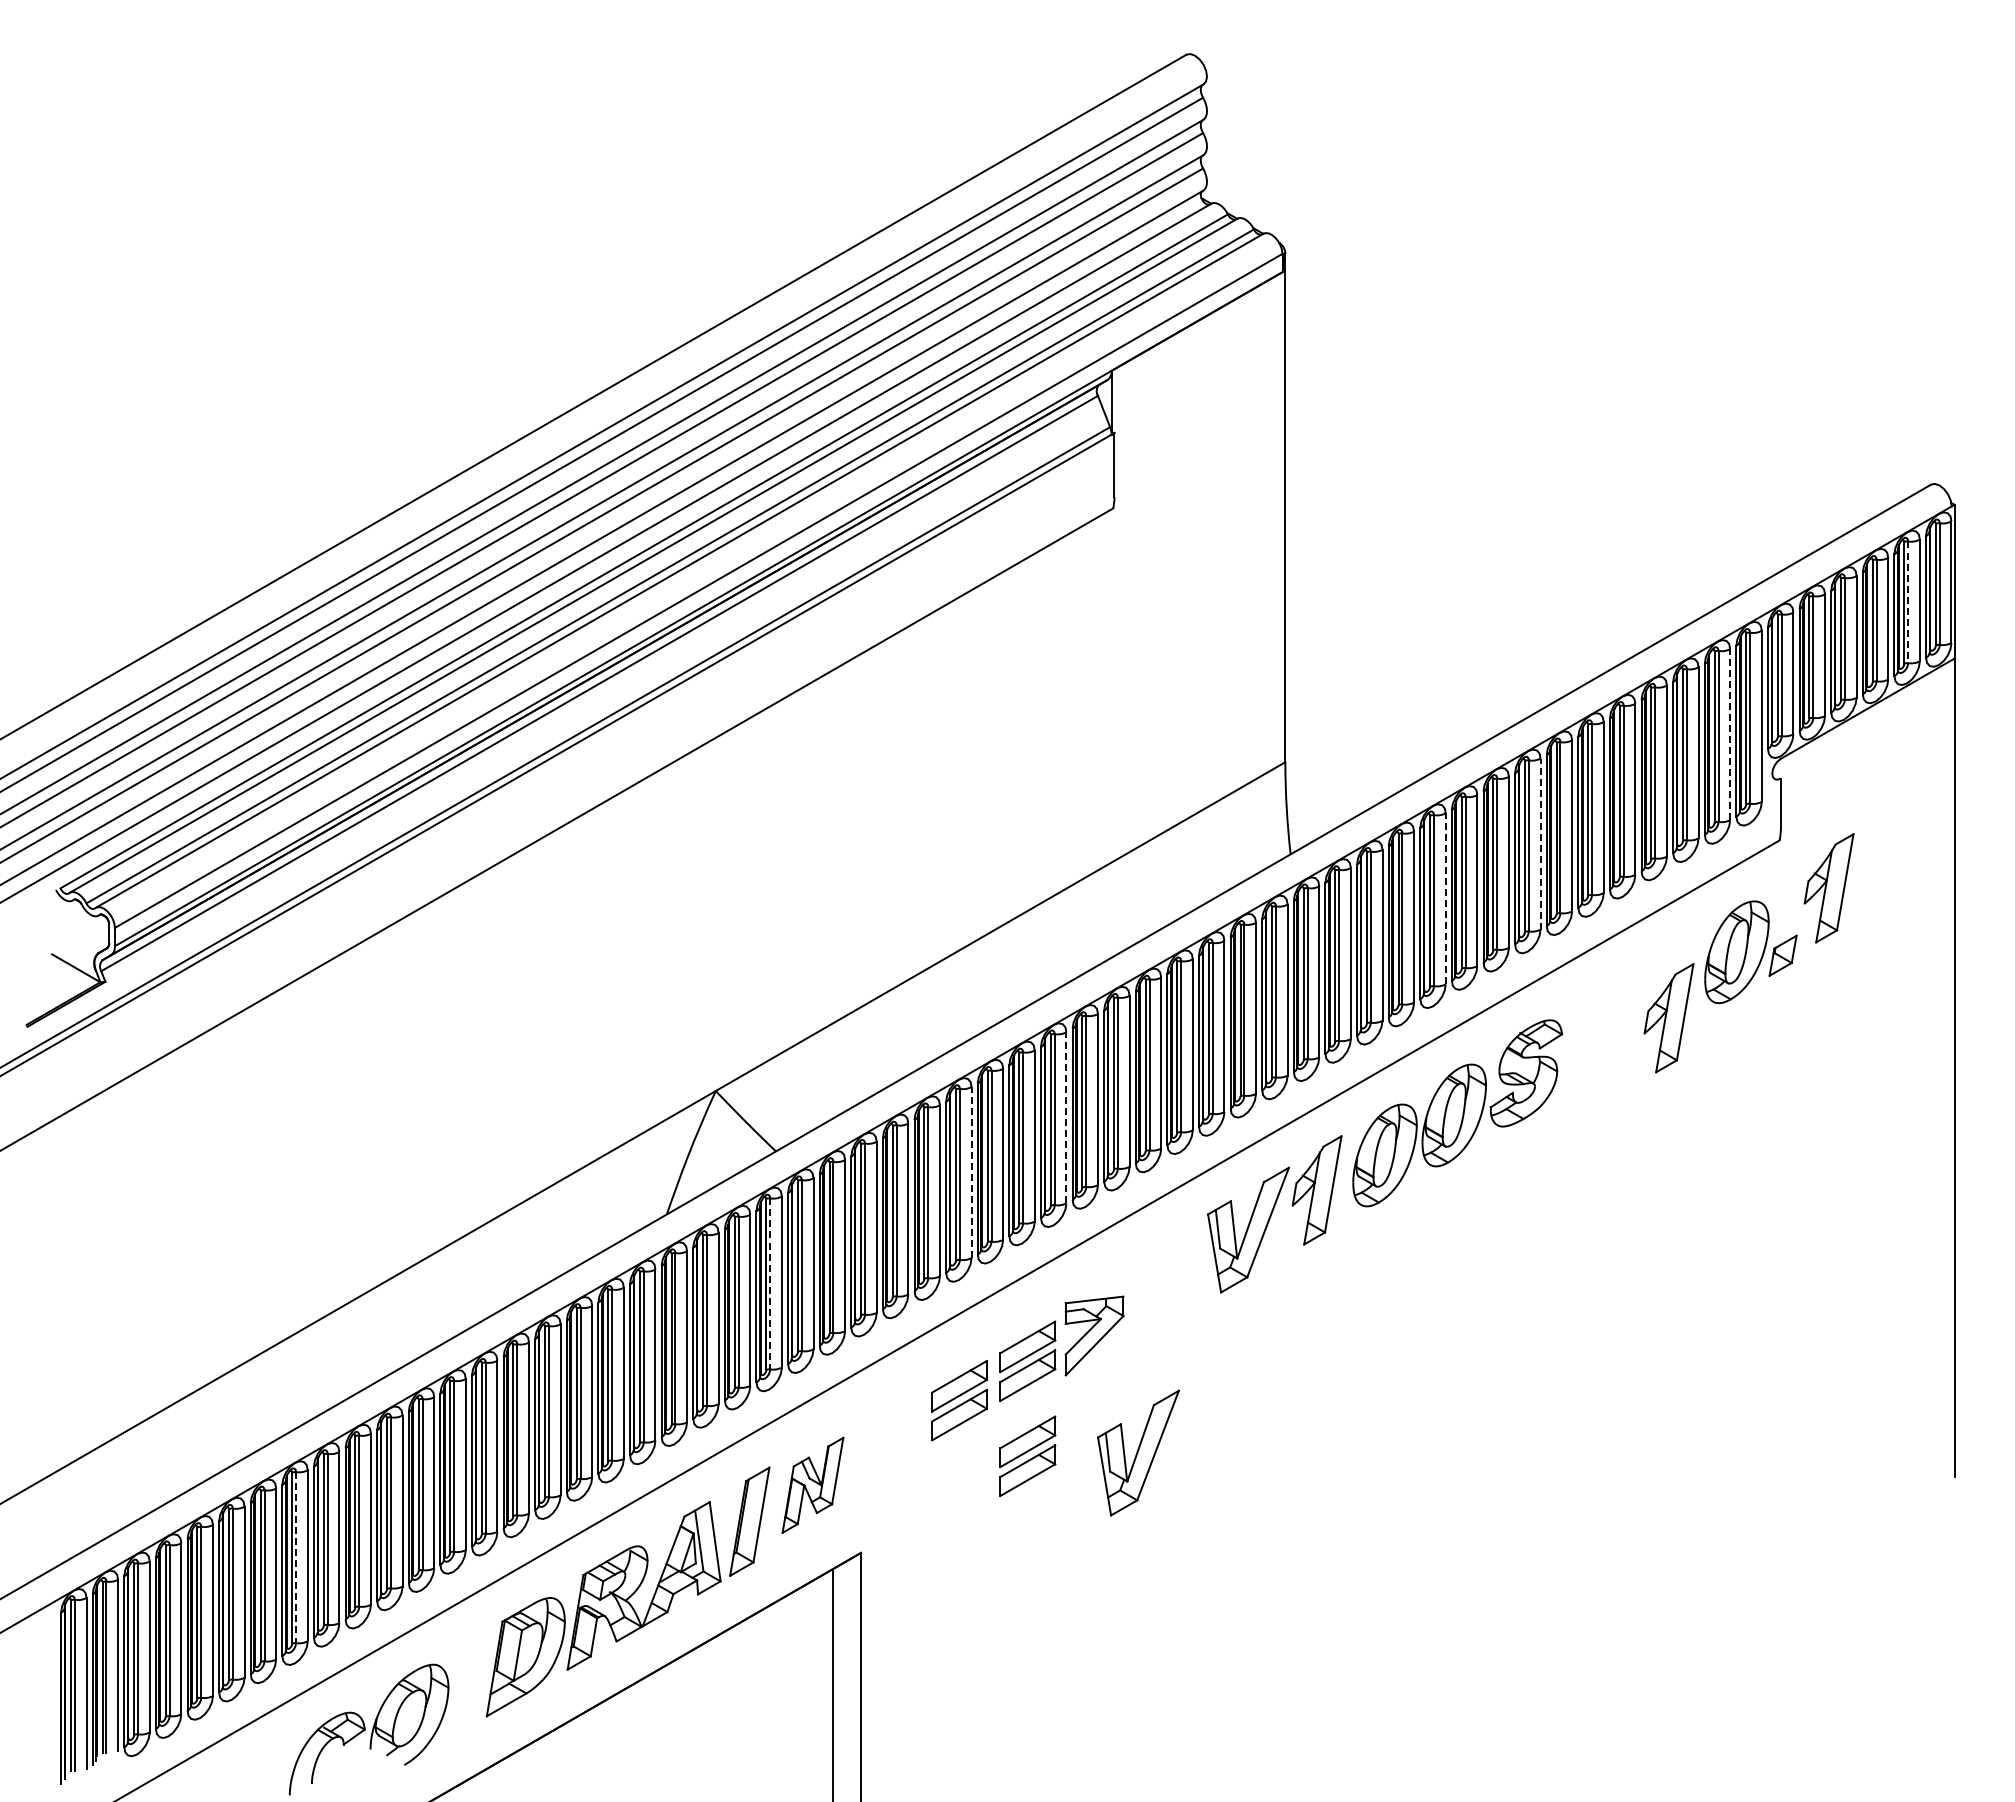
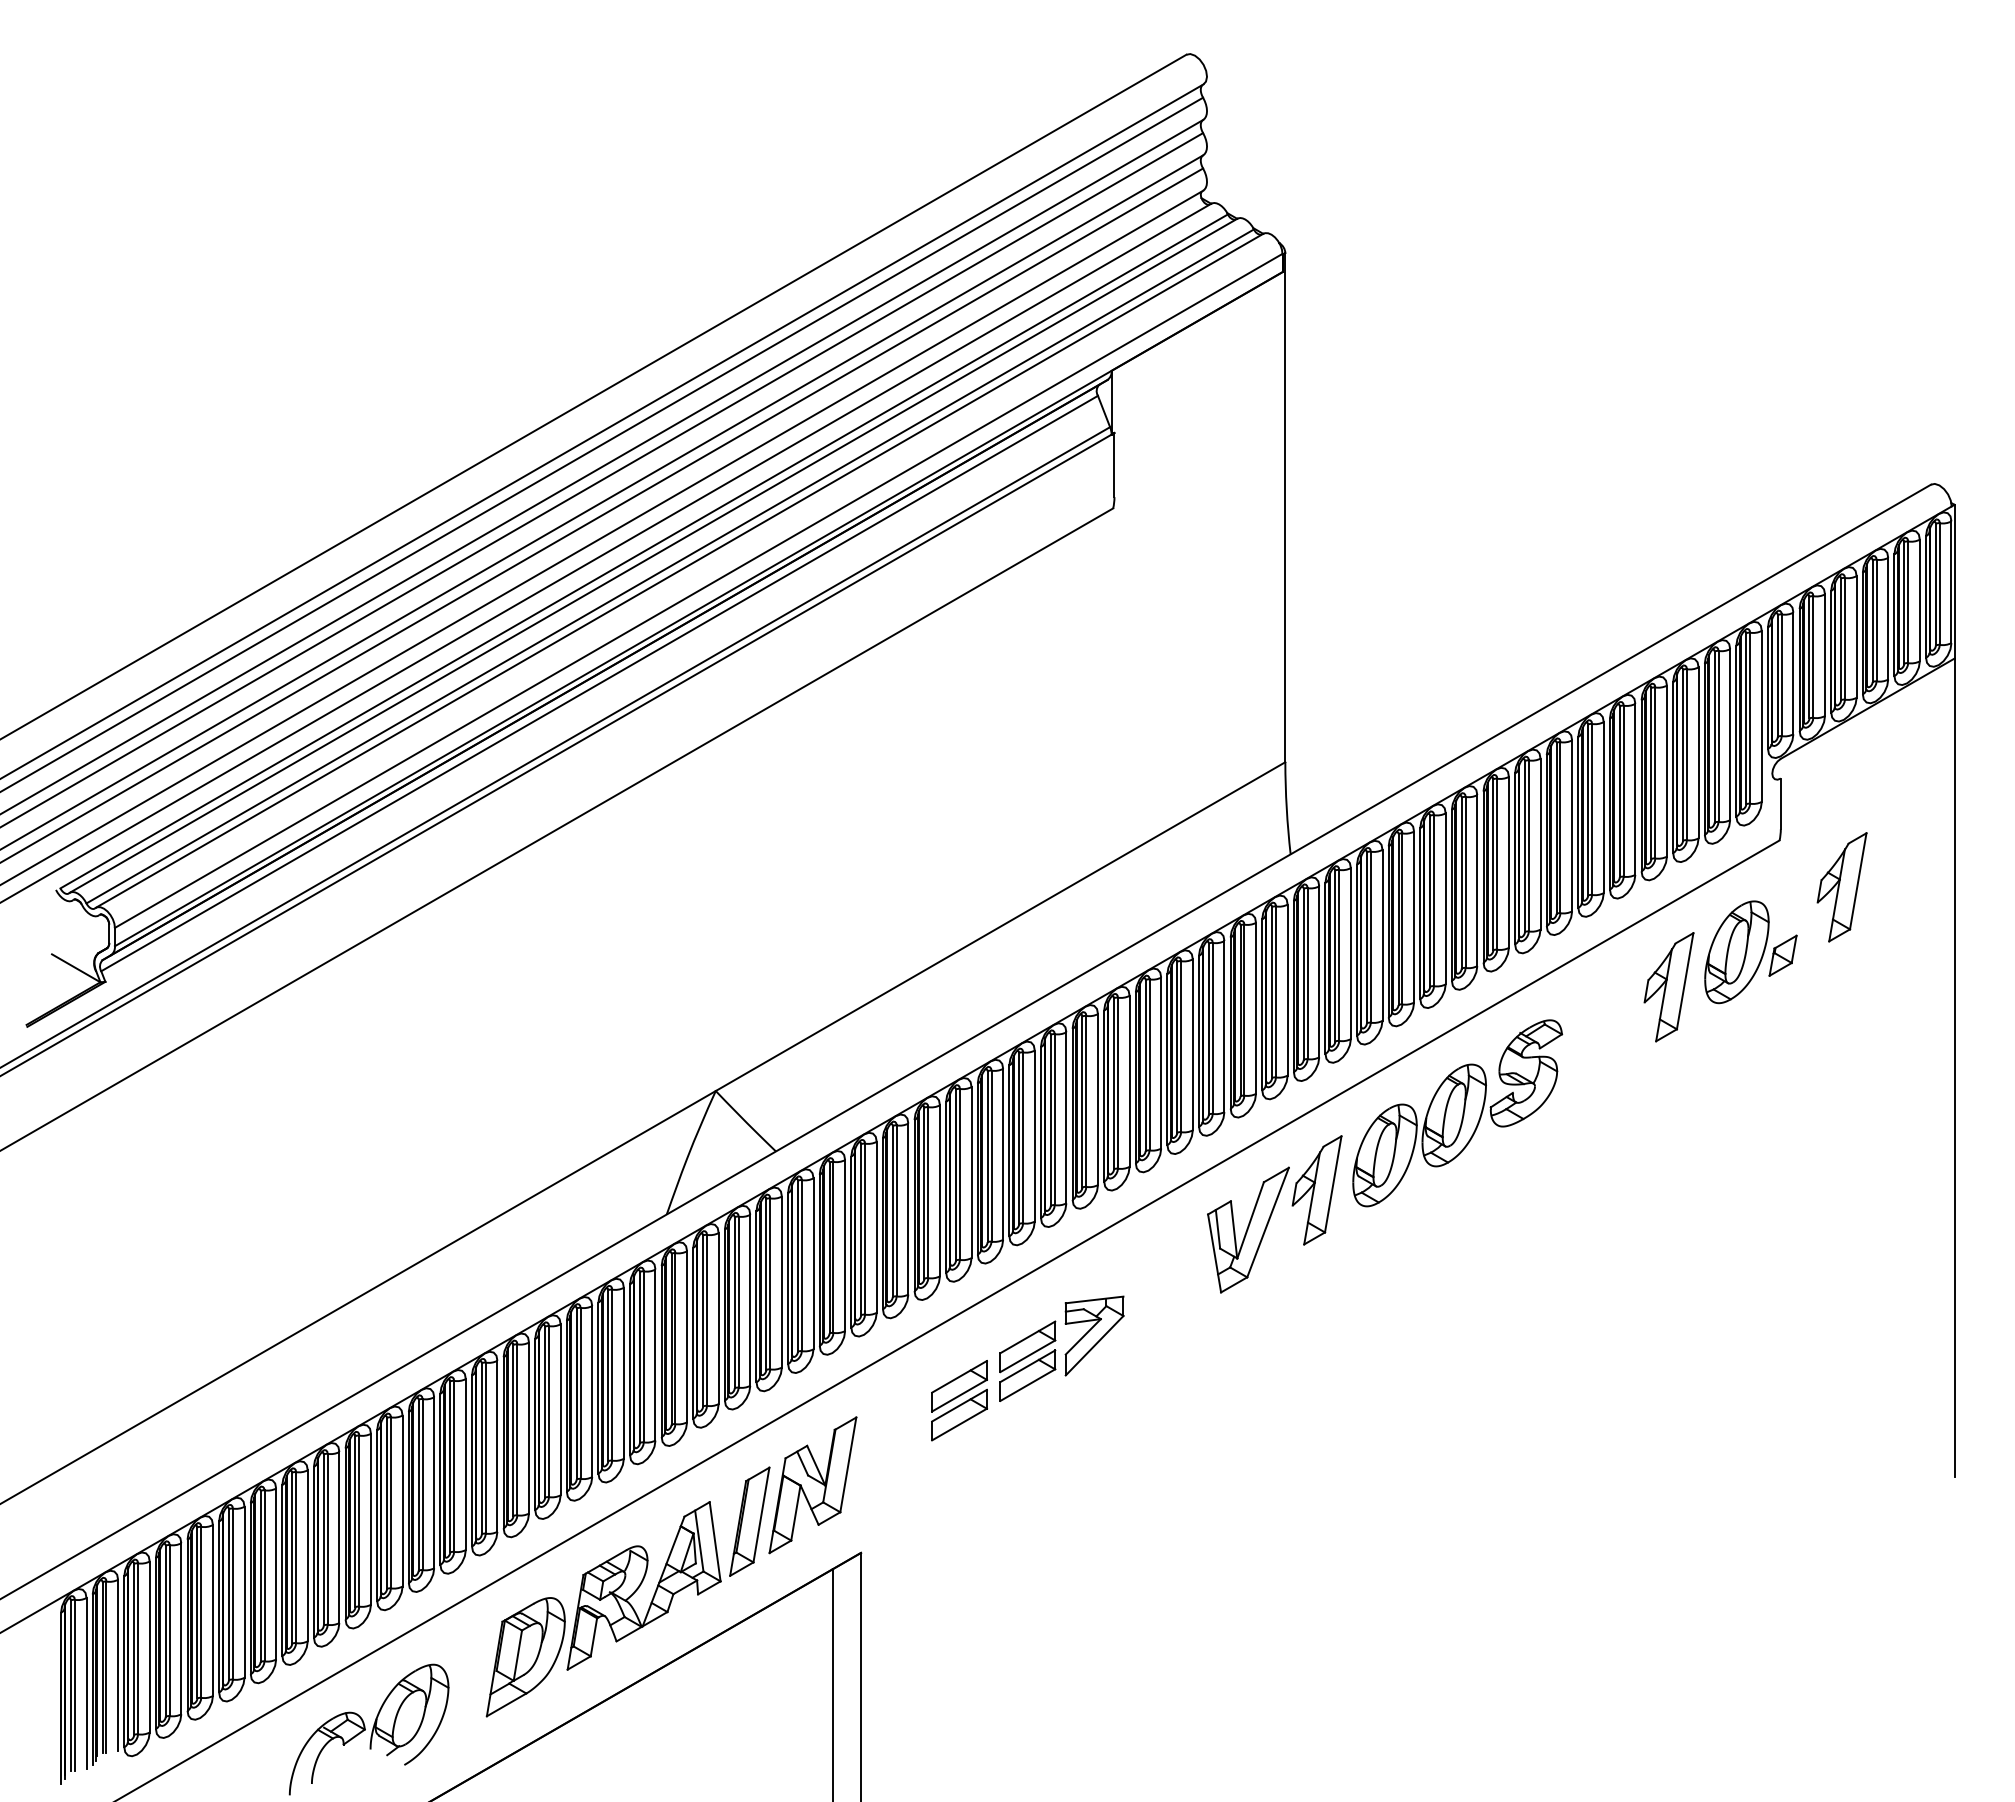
line at (1908, 602): dashed -> solid
line at (1730, 734): dashed -> solid
line at (1540, 844): dashed -> solid
part at (1828, 888) position: (1828, 888) -> (1841, 887)
line at (1445, 898): dashed -> solid
part at (1668, 1018) position: (1668, 1018) -> (1668, 987)
line at (1066, 1117): dashed -> solid
line at (971, 1172): dashed -> solid
line at (770, 1284): dashed -> solid
part at (1138, 1452): present -> none
part at (1027, 1455): present -> none
part at (812, 1484) size: 64x98 px -> 90x139 px
line at (296, 1558): dashed -> solid
